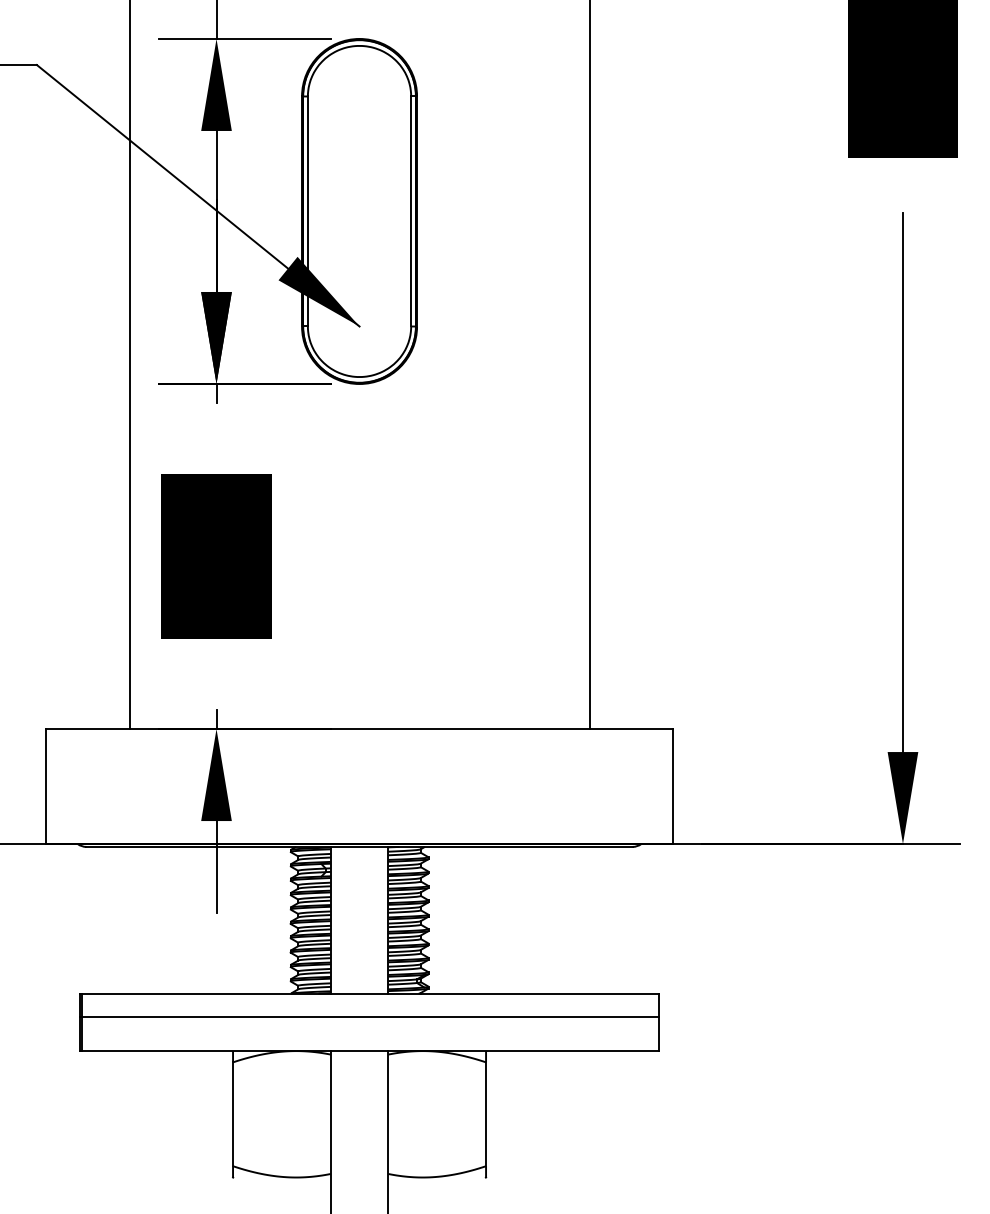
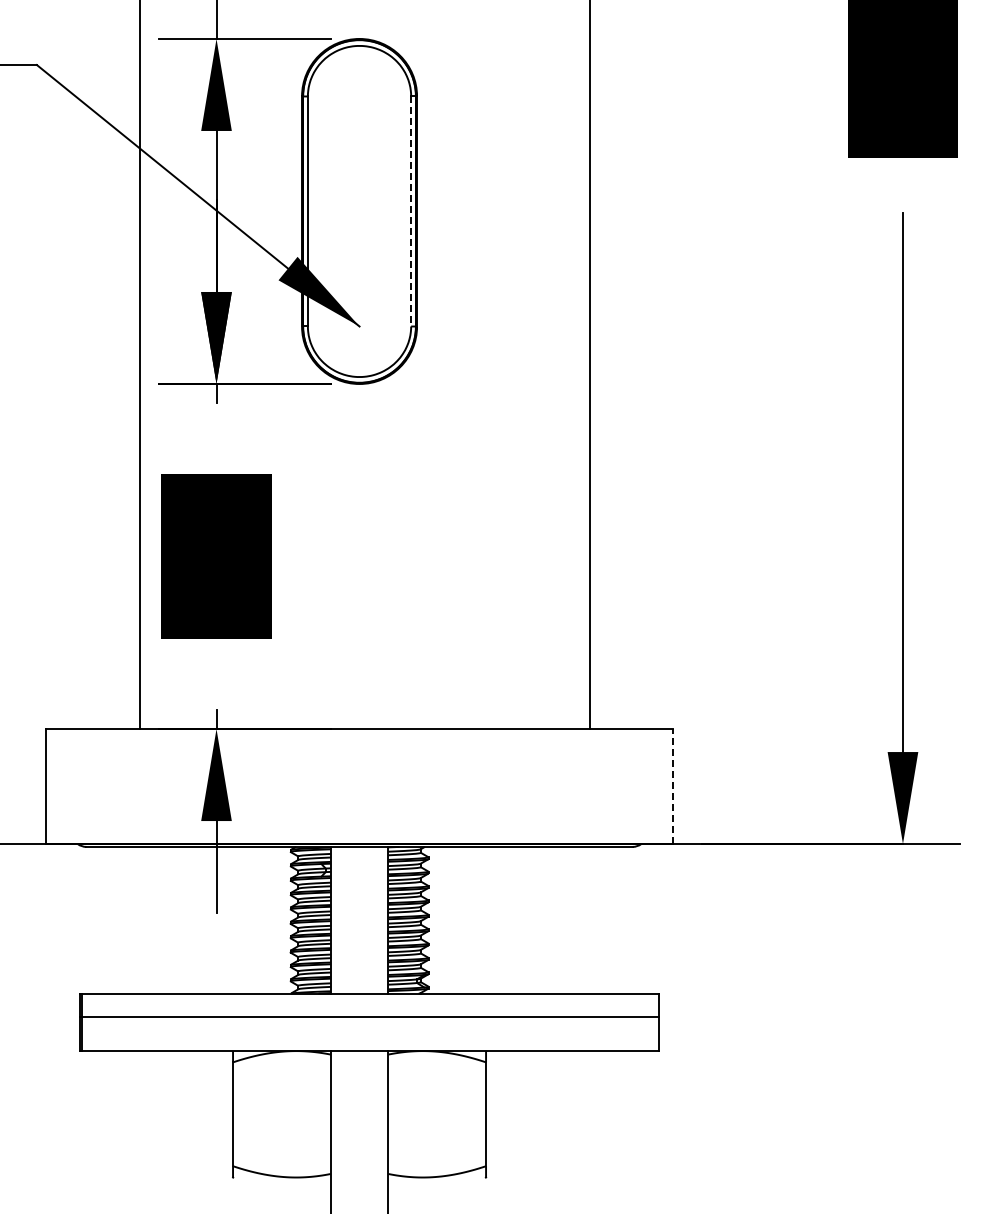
line at (411, 211): solid -> dashed
line at (129, 365) position: (129, 365) -> (139, 365)
line at (672, 786): solid -> dashed
